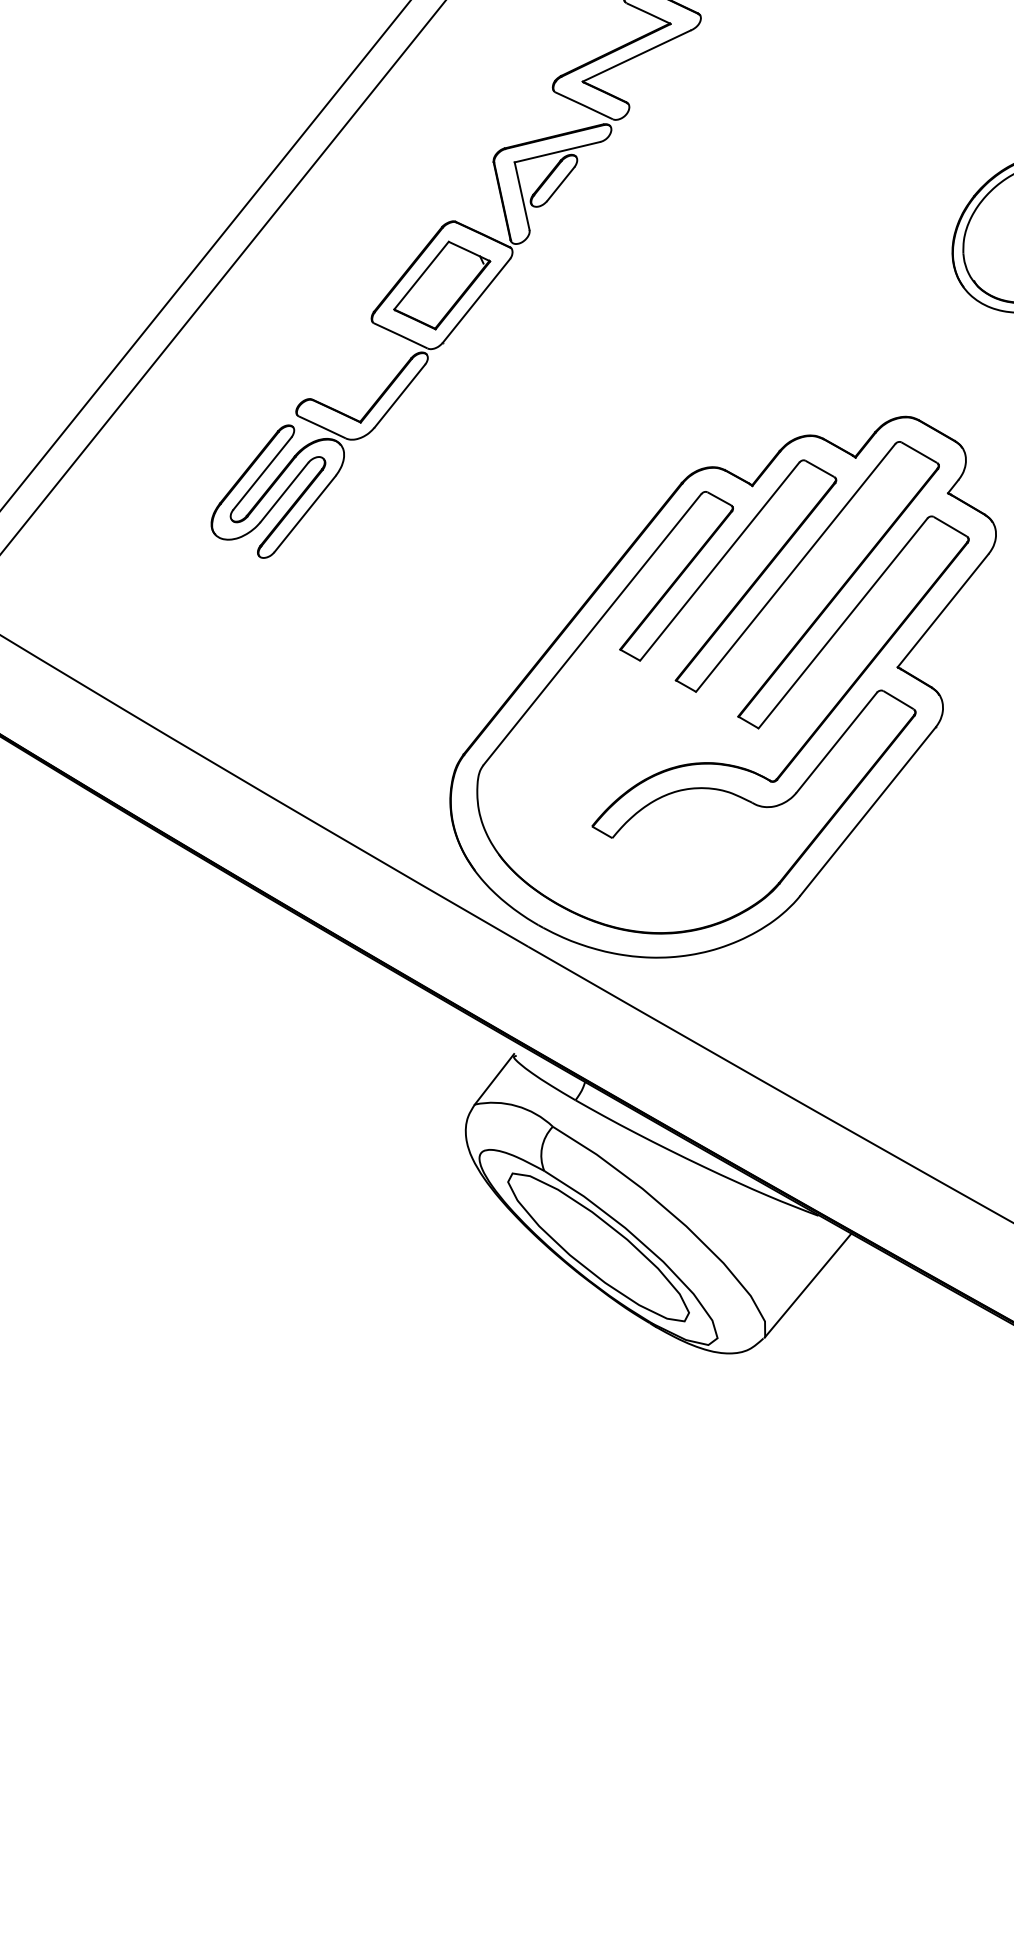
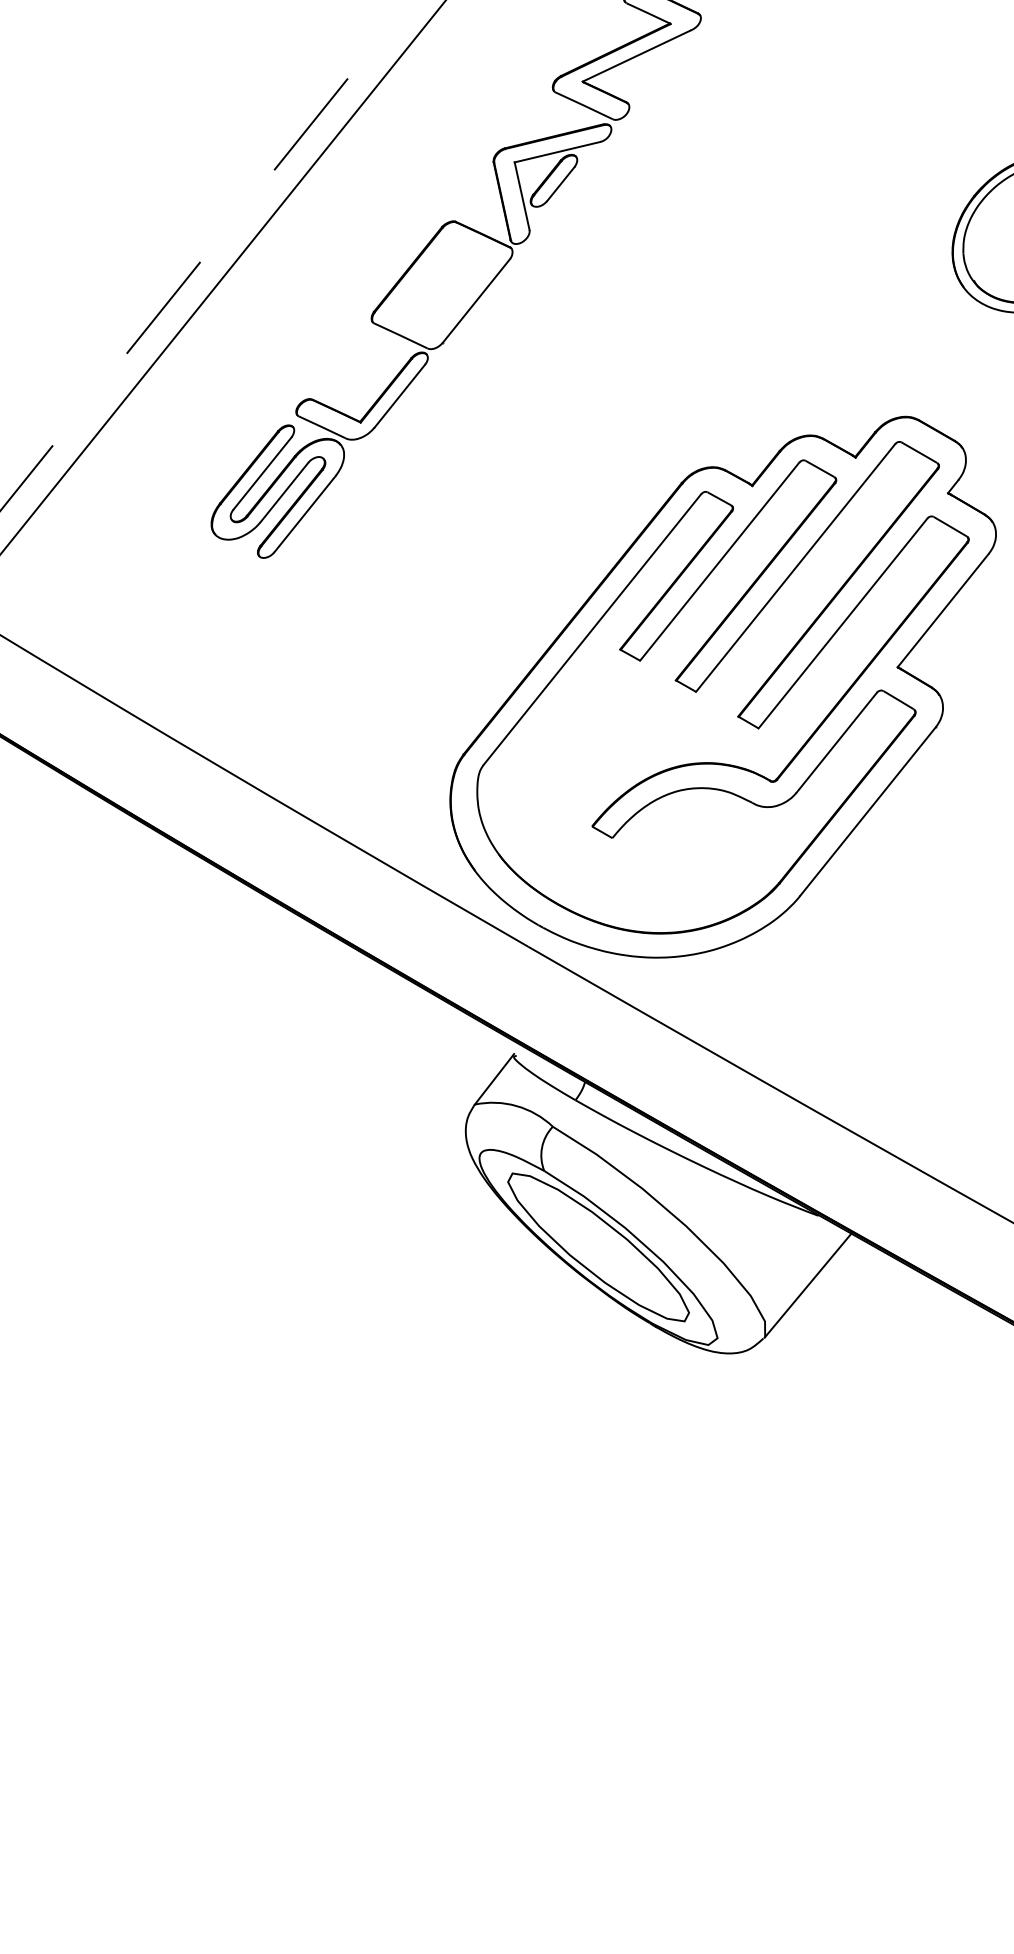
line at (205, 256): solid -> dashed
part at (442, 285): present -> none
